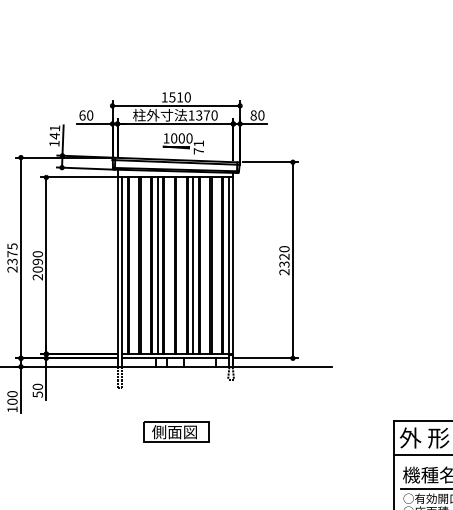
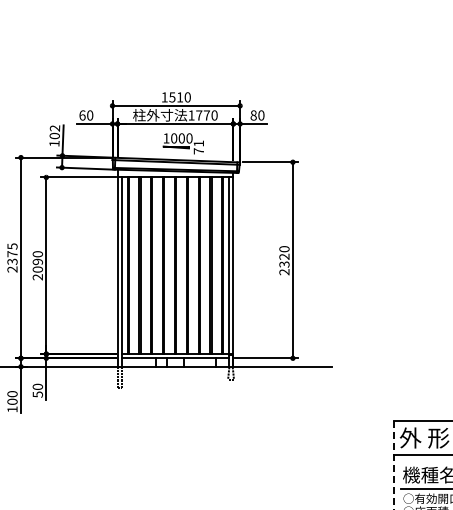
text at (199, 115): 1370 -> 1770
text at (54, 132): 141 -> 102
line at (157, 265): present -> none
line at (193, 265): present -> none
part at (176, 431): present -> none
line at (394, 465): solid -> dashed
